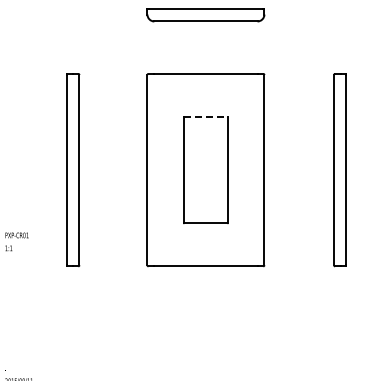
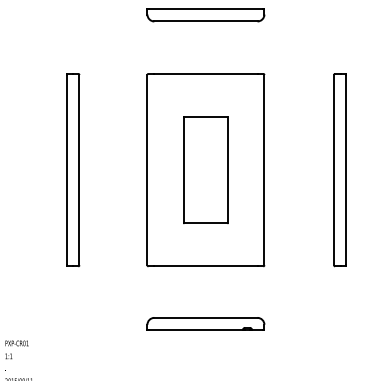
line at (206, 116): dashed -> solid
text at (16, 241) position: (16, 241) -> (16, 349)
part at (205, 323): none -> present
